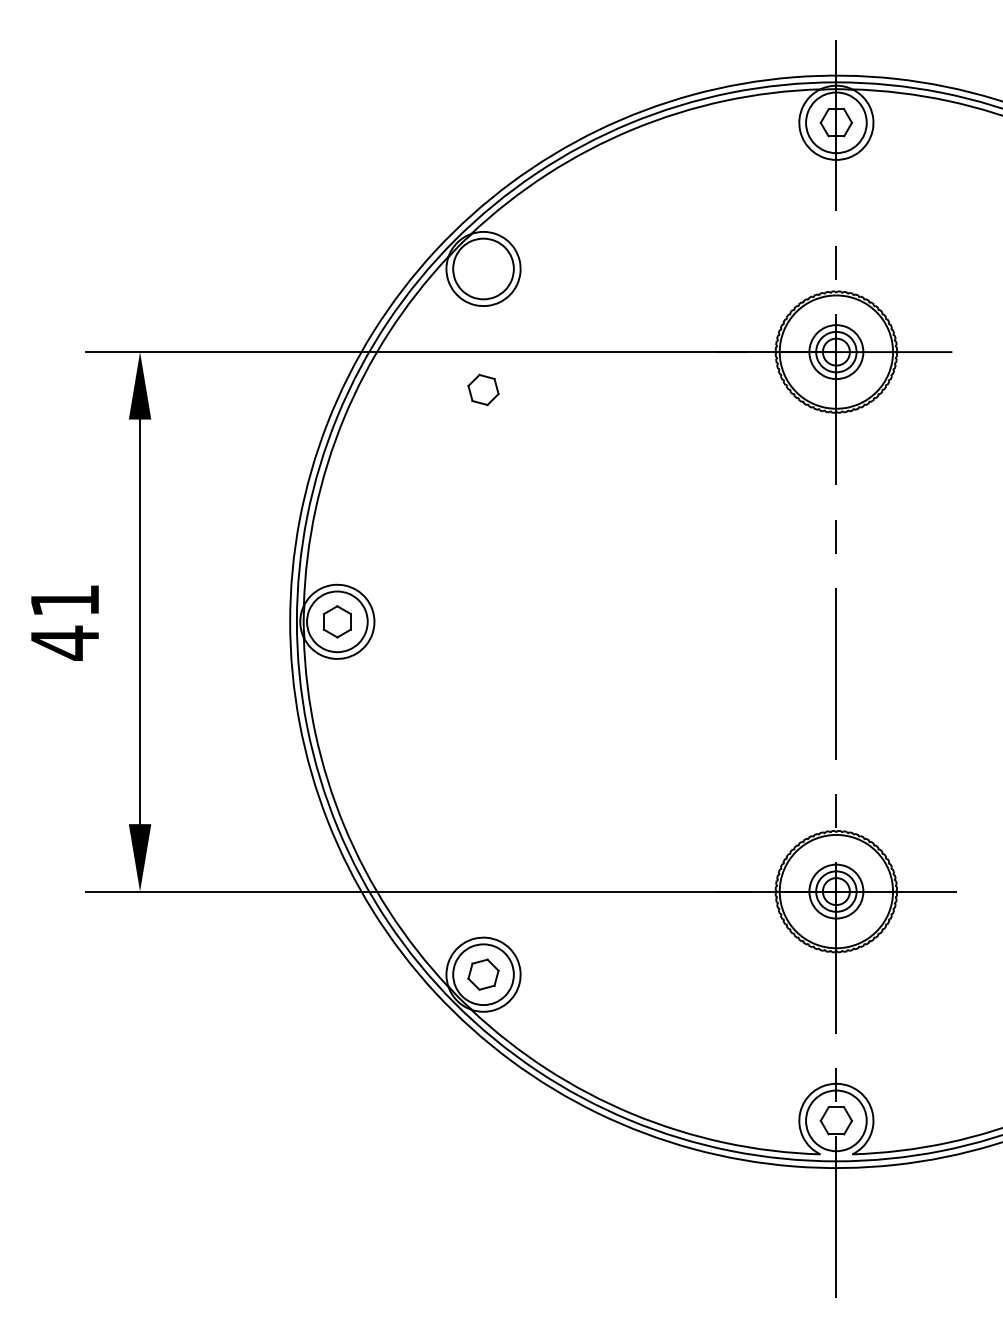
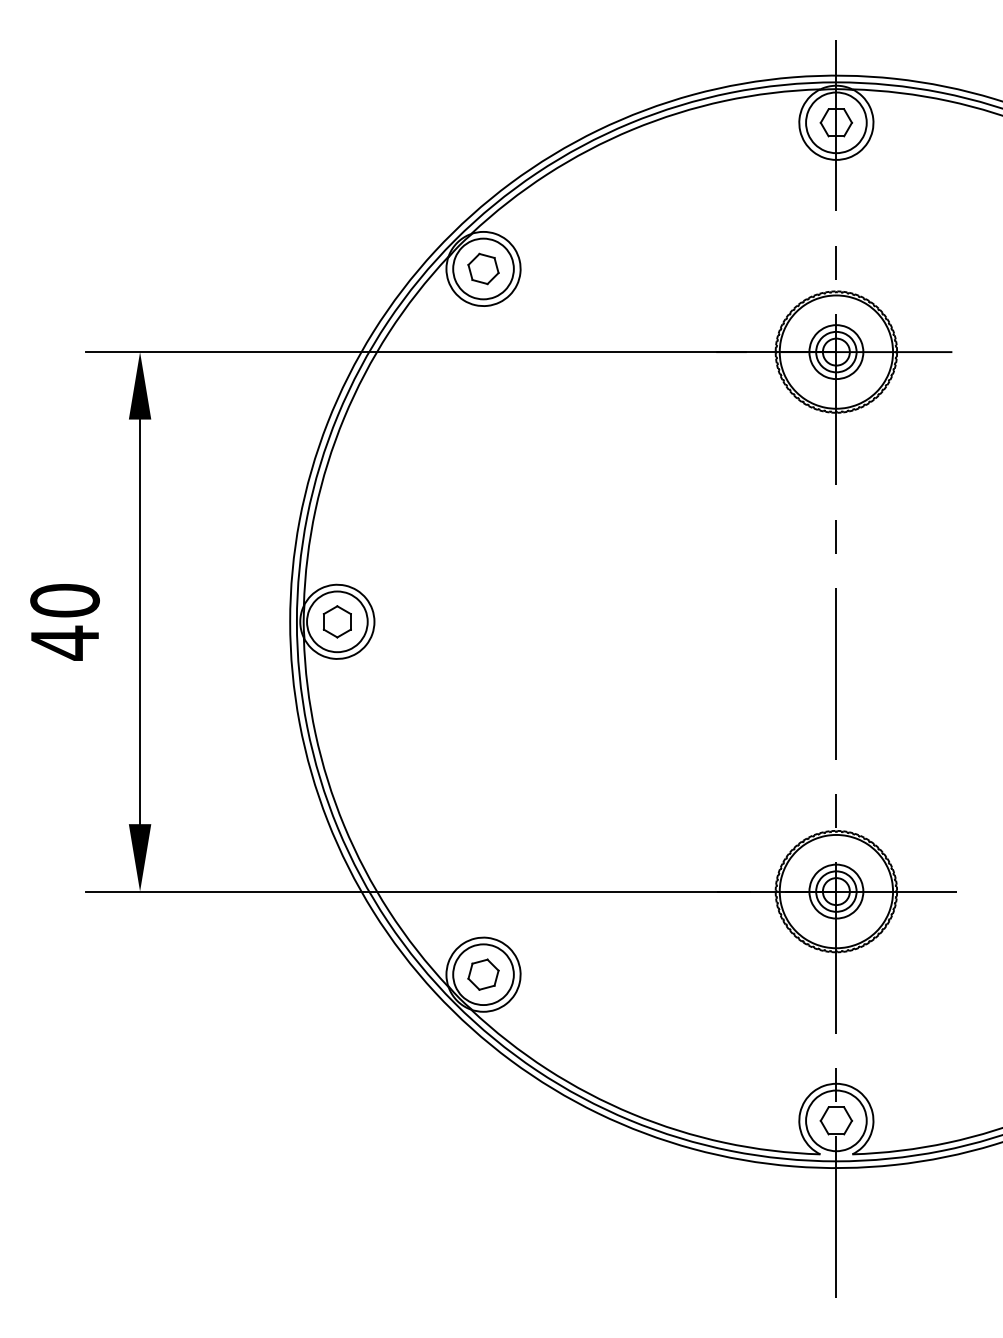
part at (483, 389) position: (483, 389) -> (483, 268)
text at (64, 600): 41 -> 40
